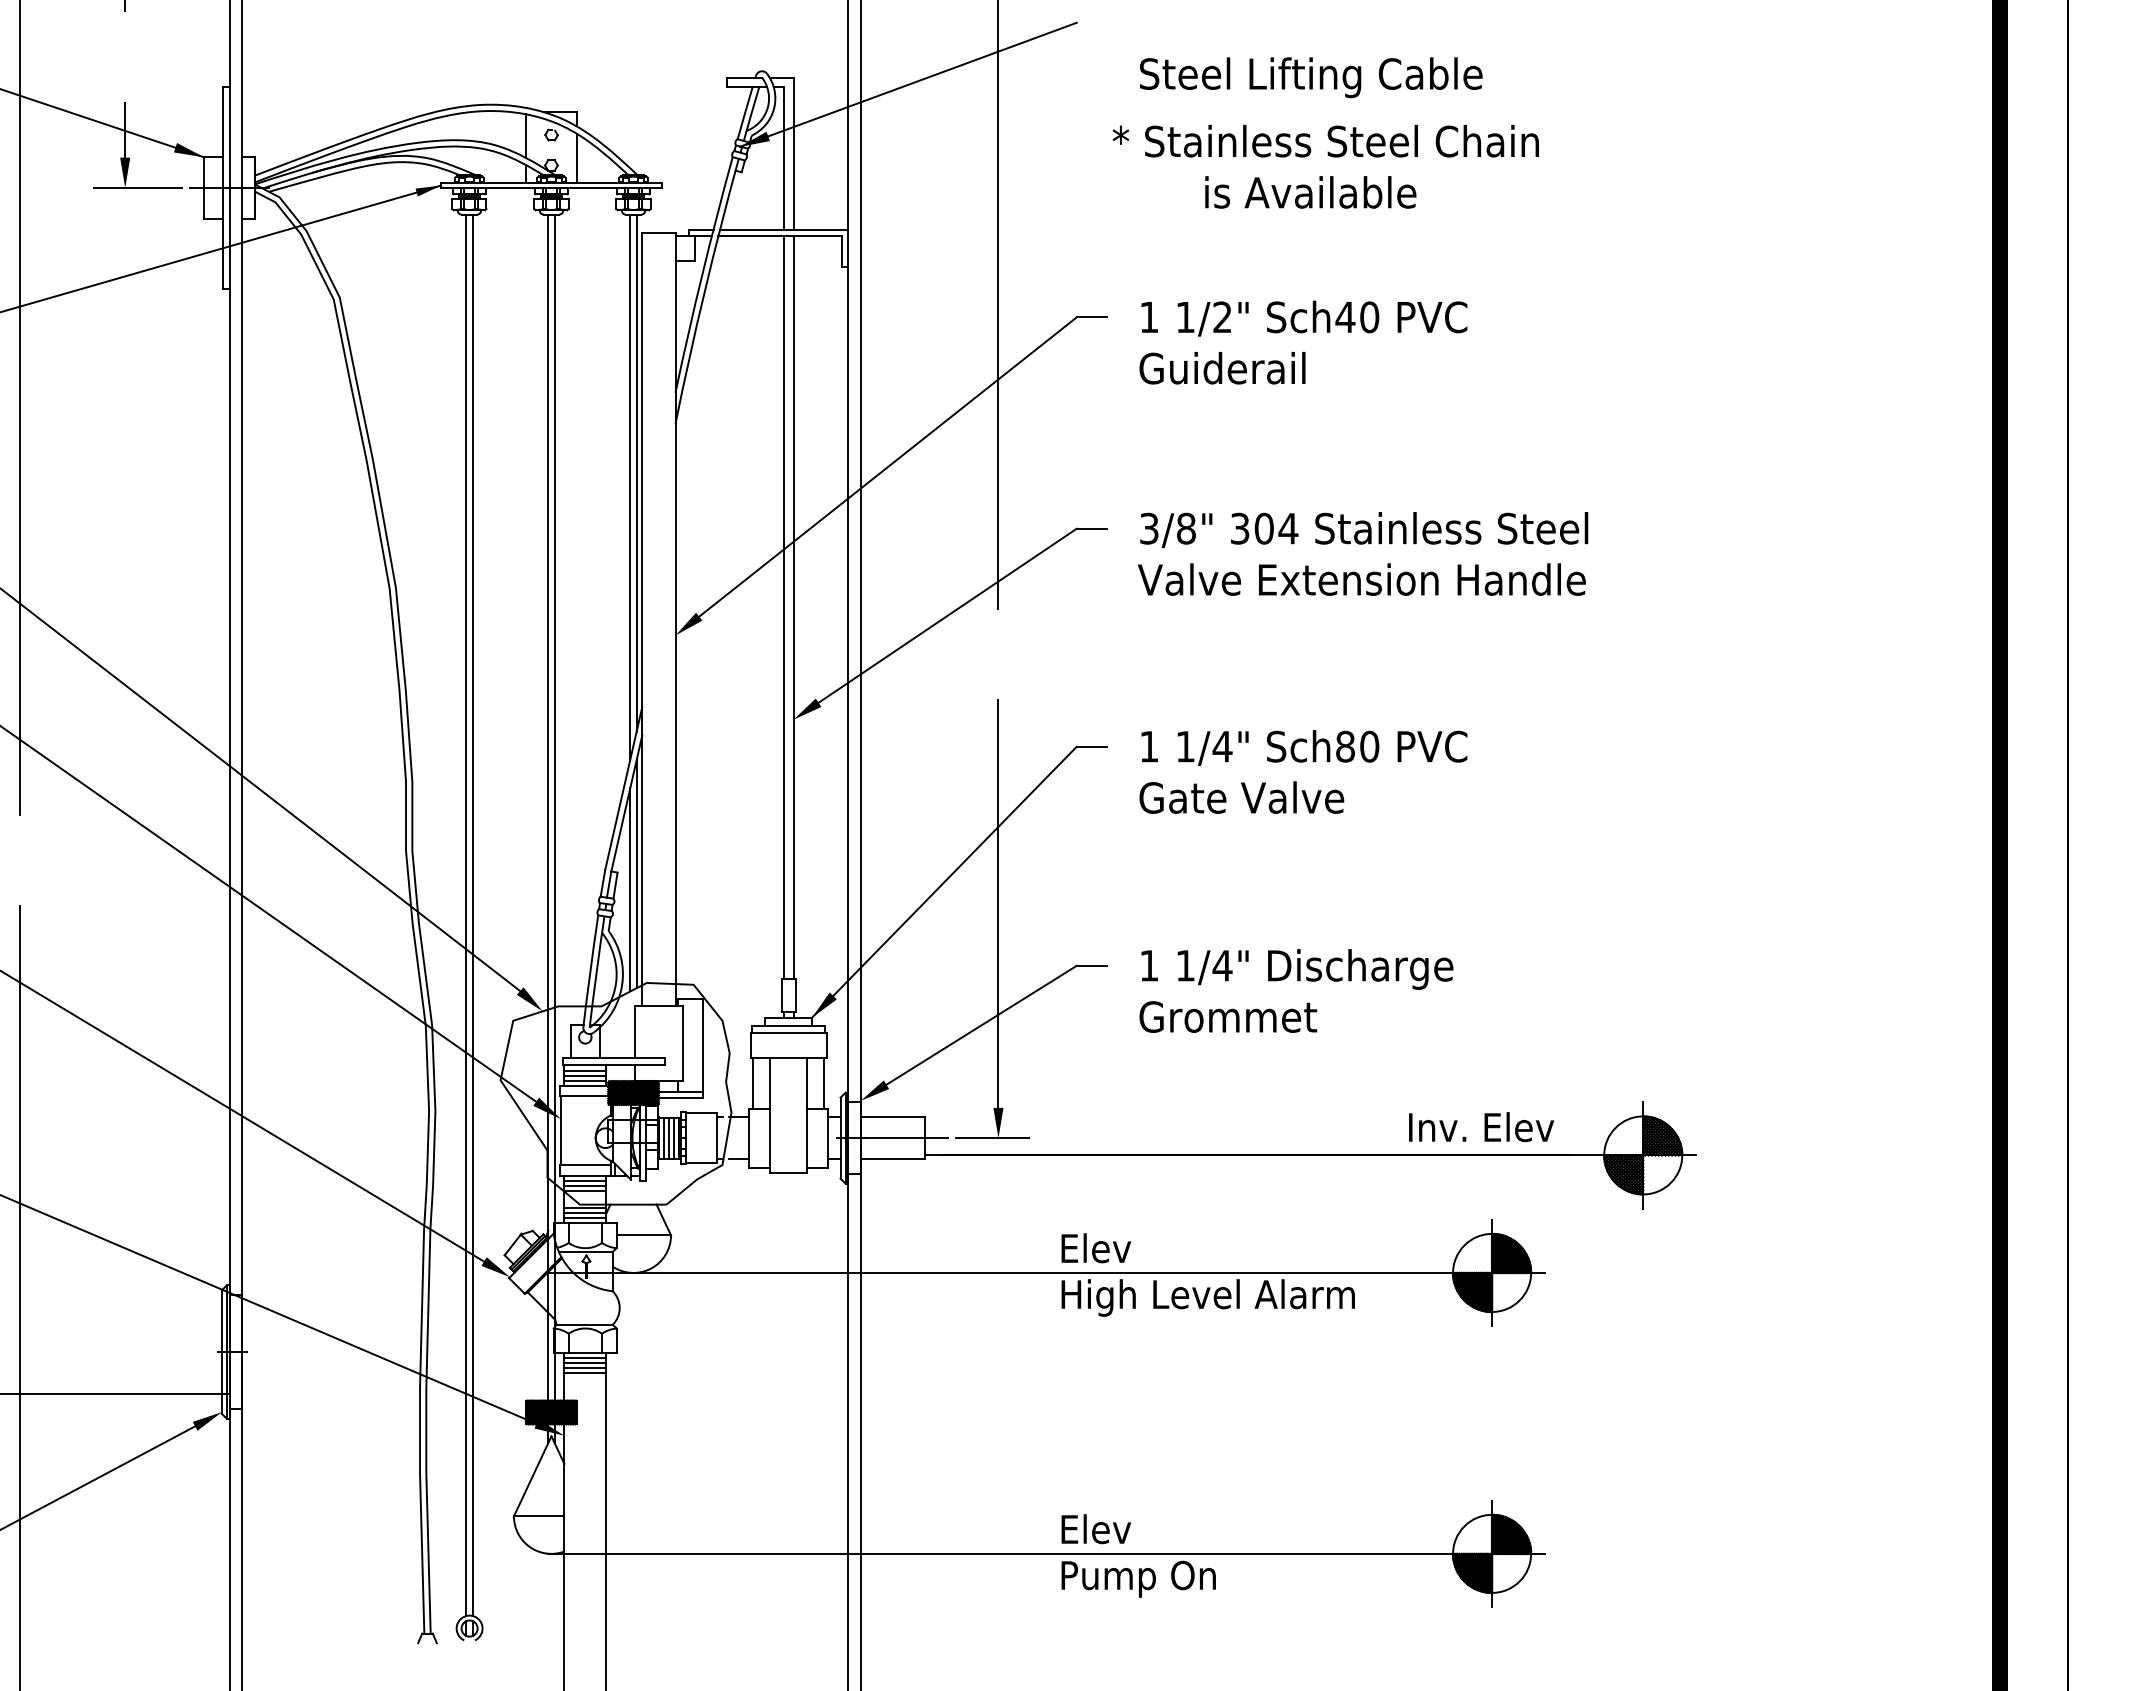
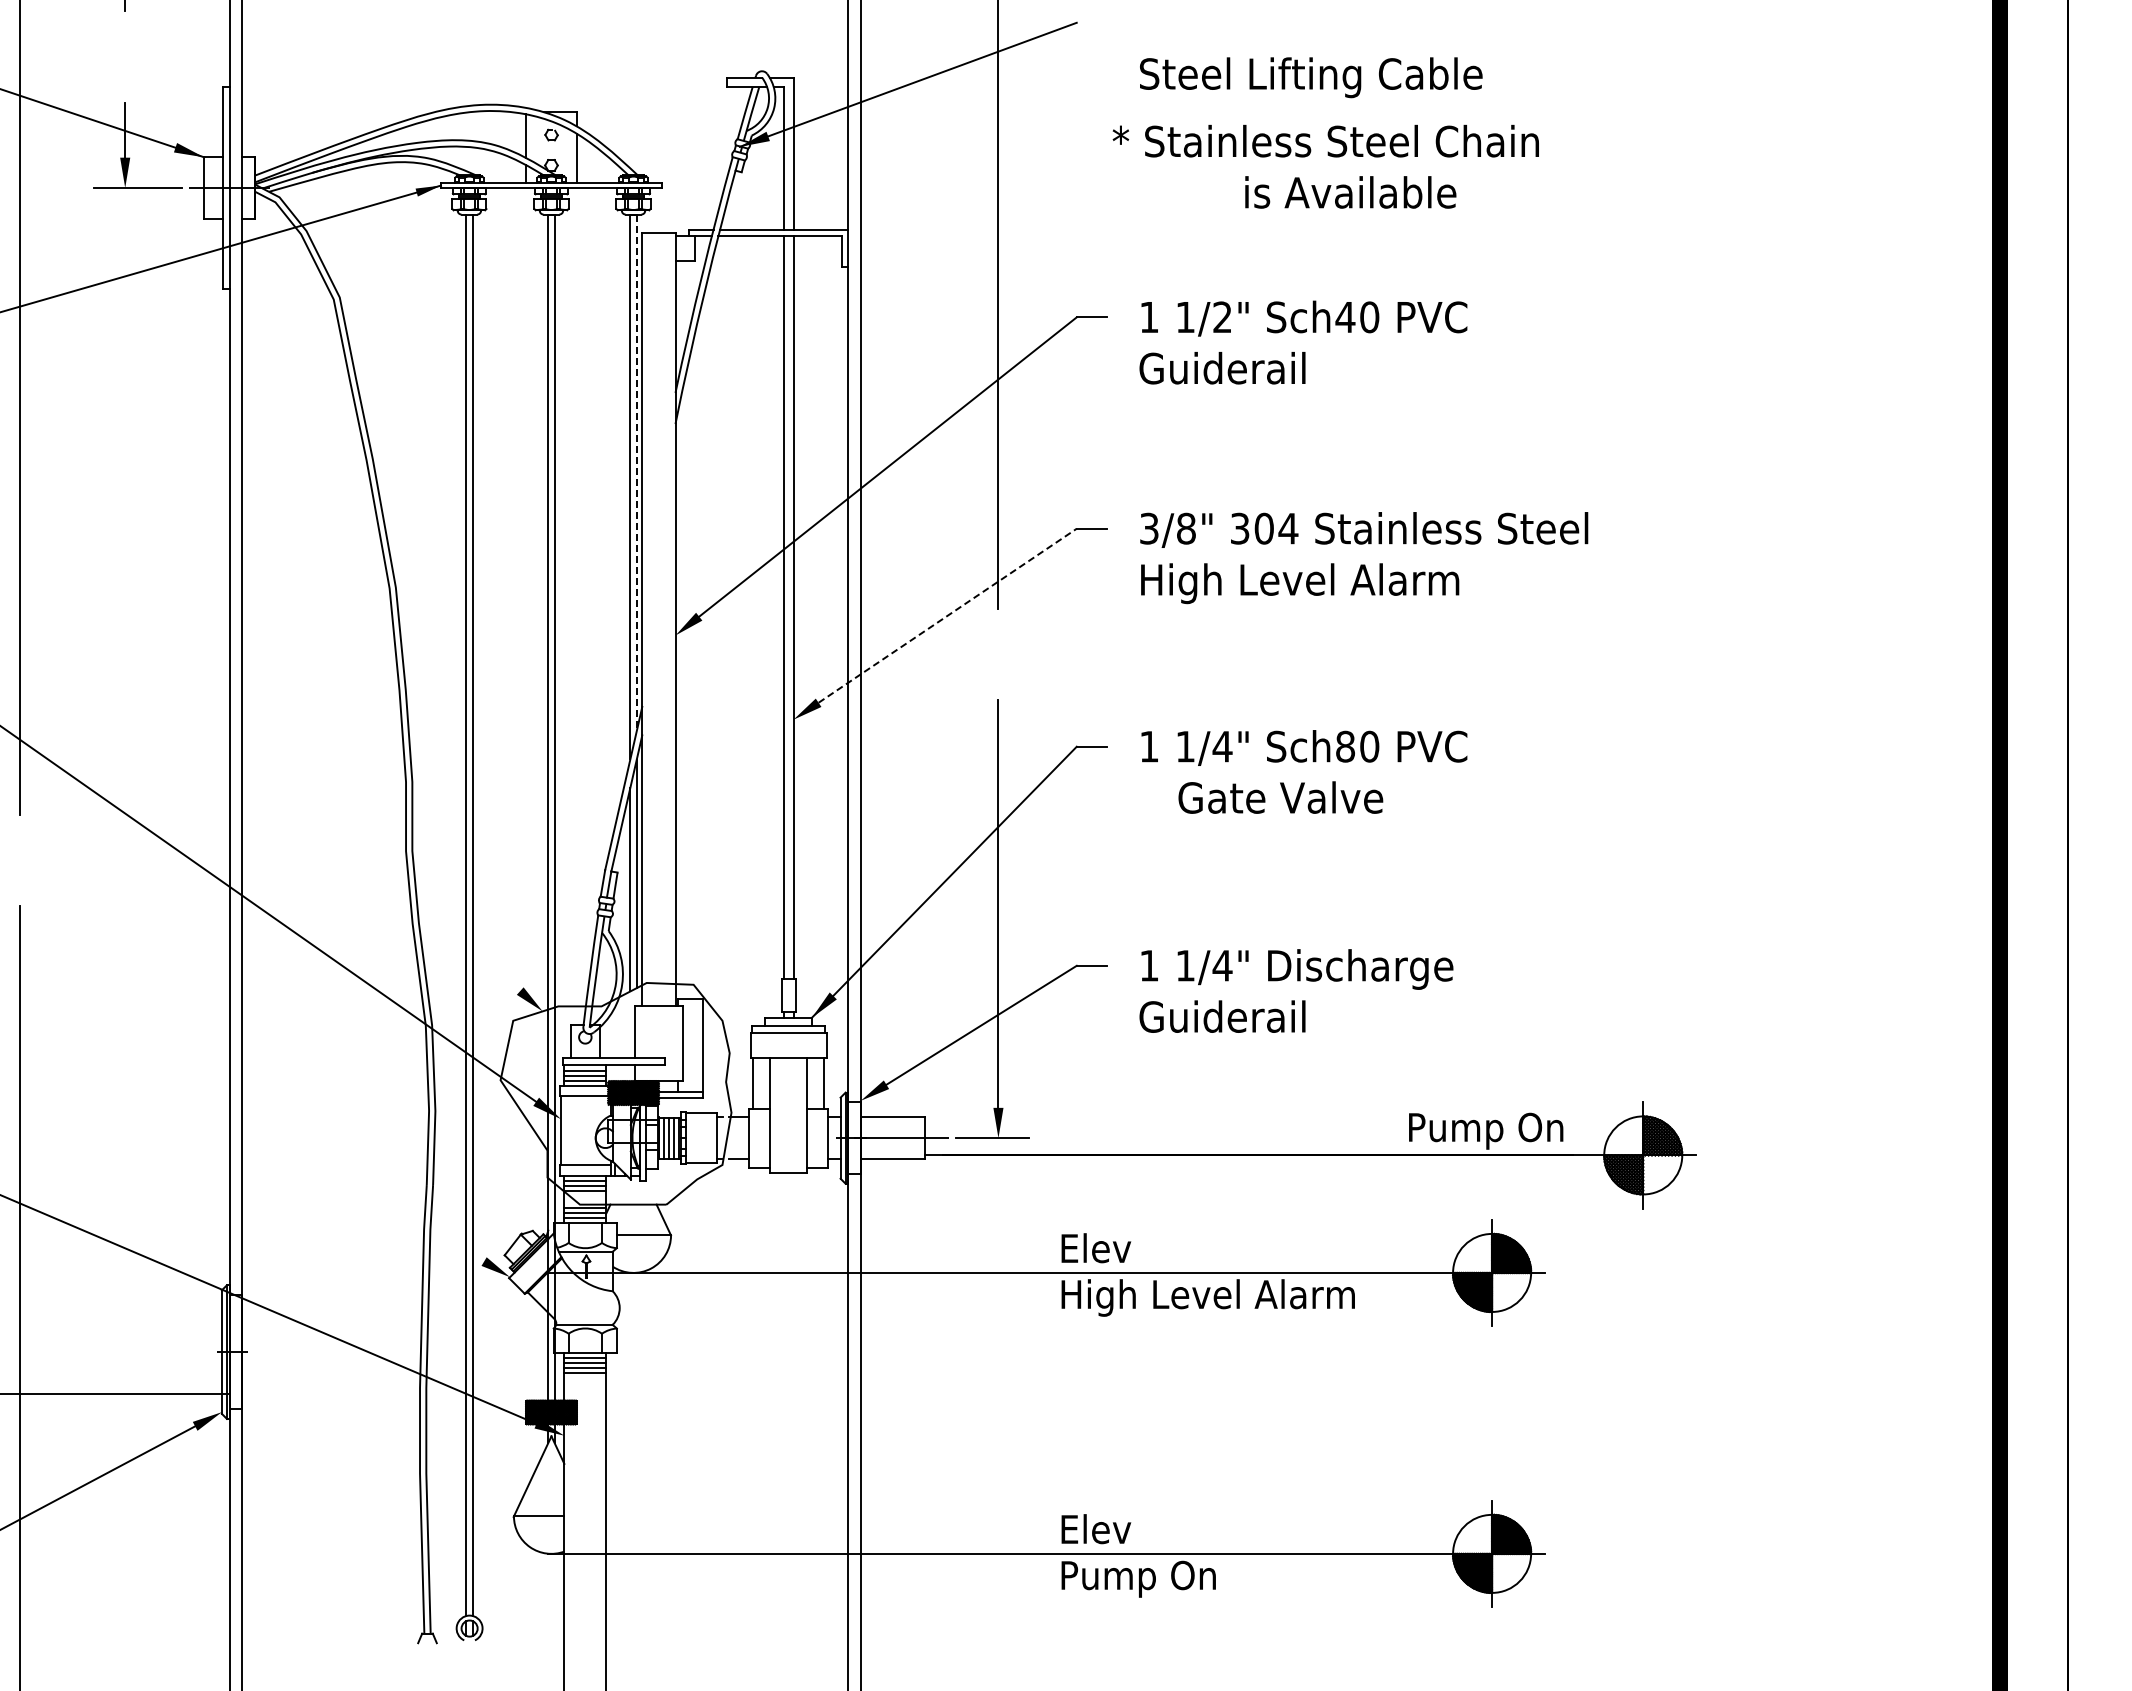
text at (1310, 192) position: (1310, 192) -> (1350, 192)
line at (636, 473): solid -> dashed
text at (1361, 583): Valve Extension Handle -> High Level Alarm
line at (947, 615): solid -> dashed
line at (261, 790): present -> none
text at (1241, 797) position: (1241, 797) -> (1280, 797)
text at (1243, 1016): Grommet -> Guiderail
line at (243, 1116): present -> none
text at (1487, 1130): Inv. Elev -> Pump On
